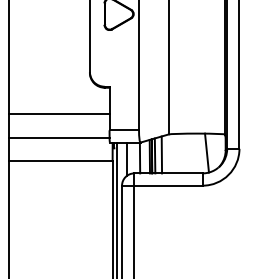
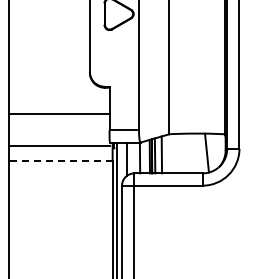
line at (58, 137) position: (58, 137) -> (58, 145)
line at (60, 161): solid -> dashed
